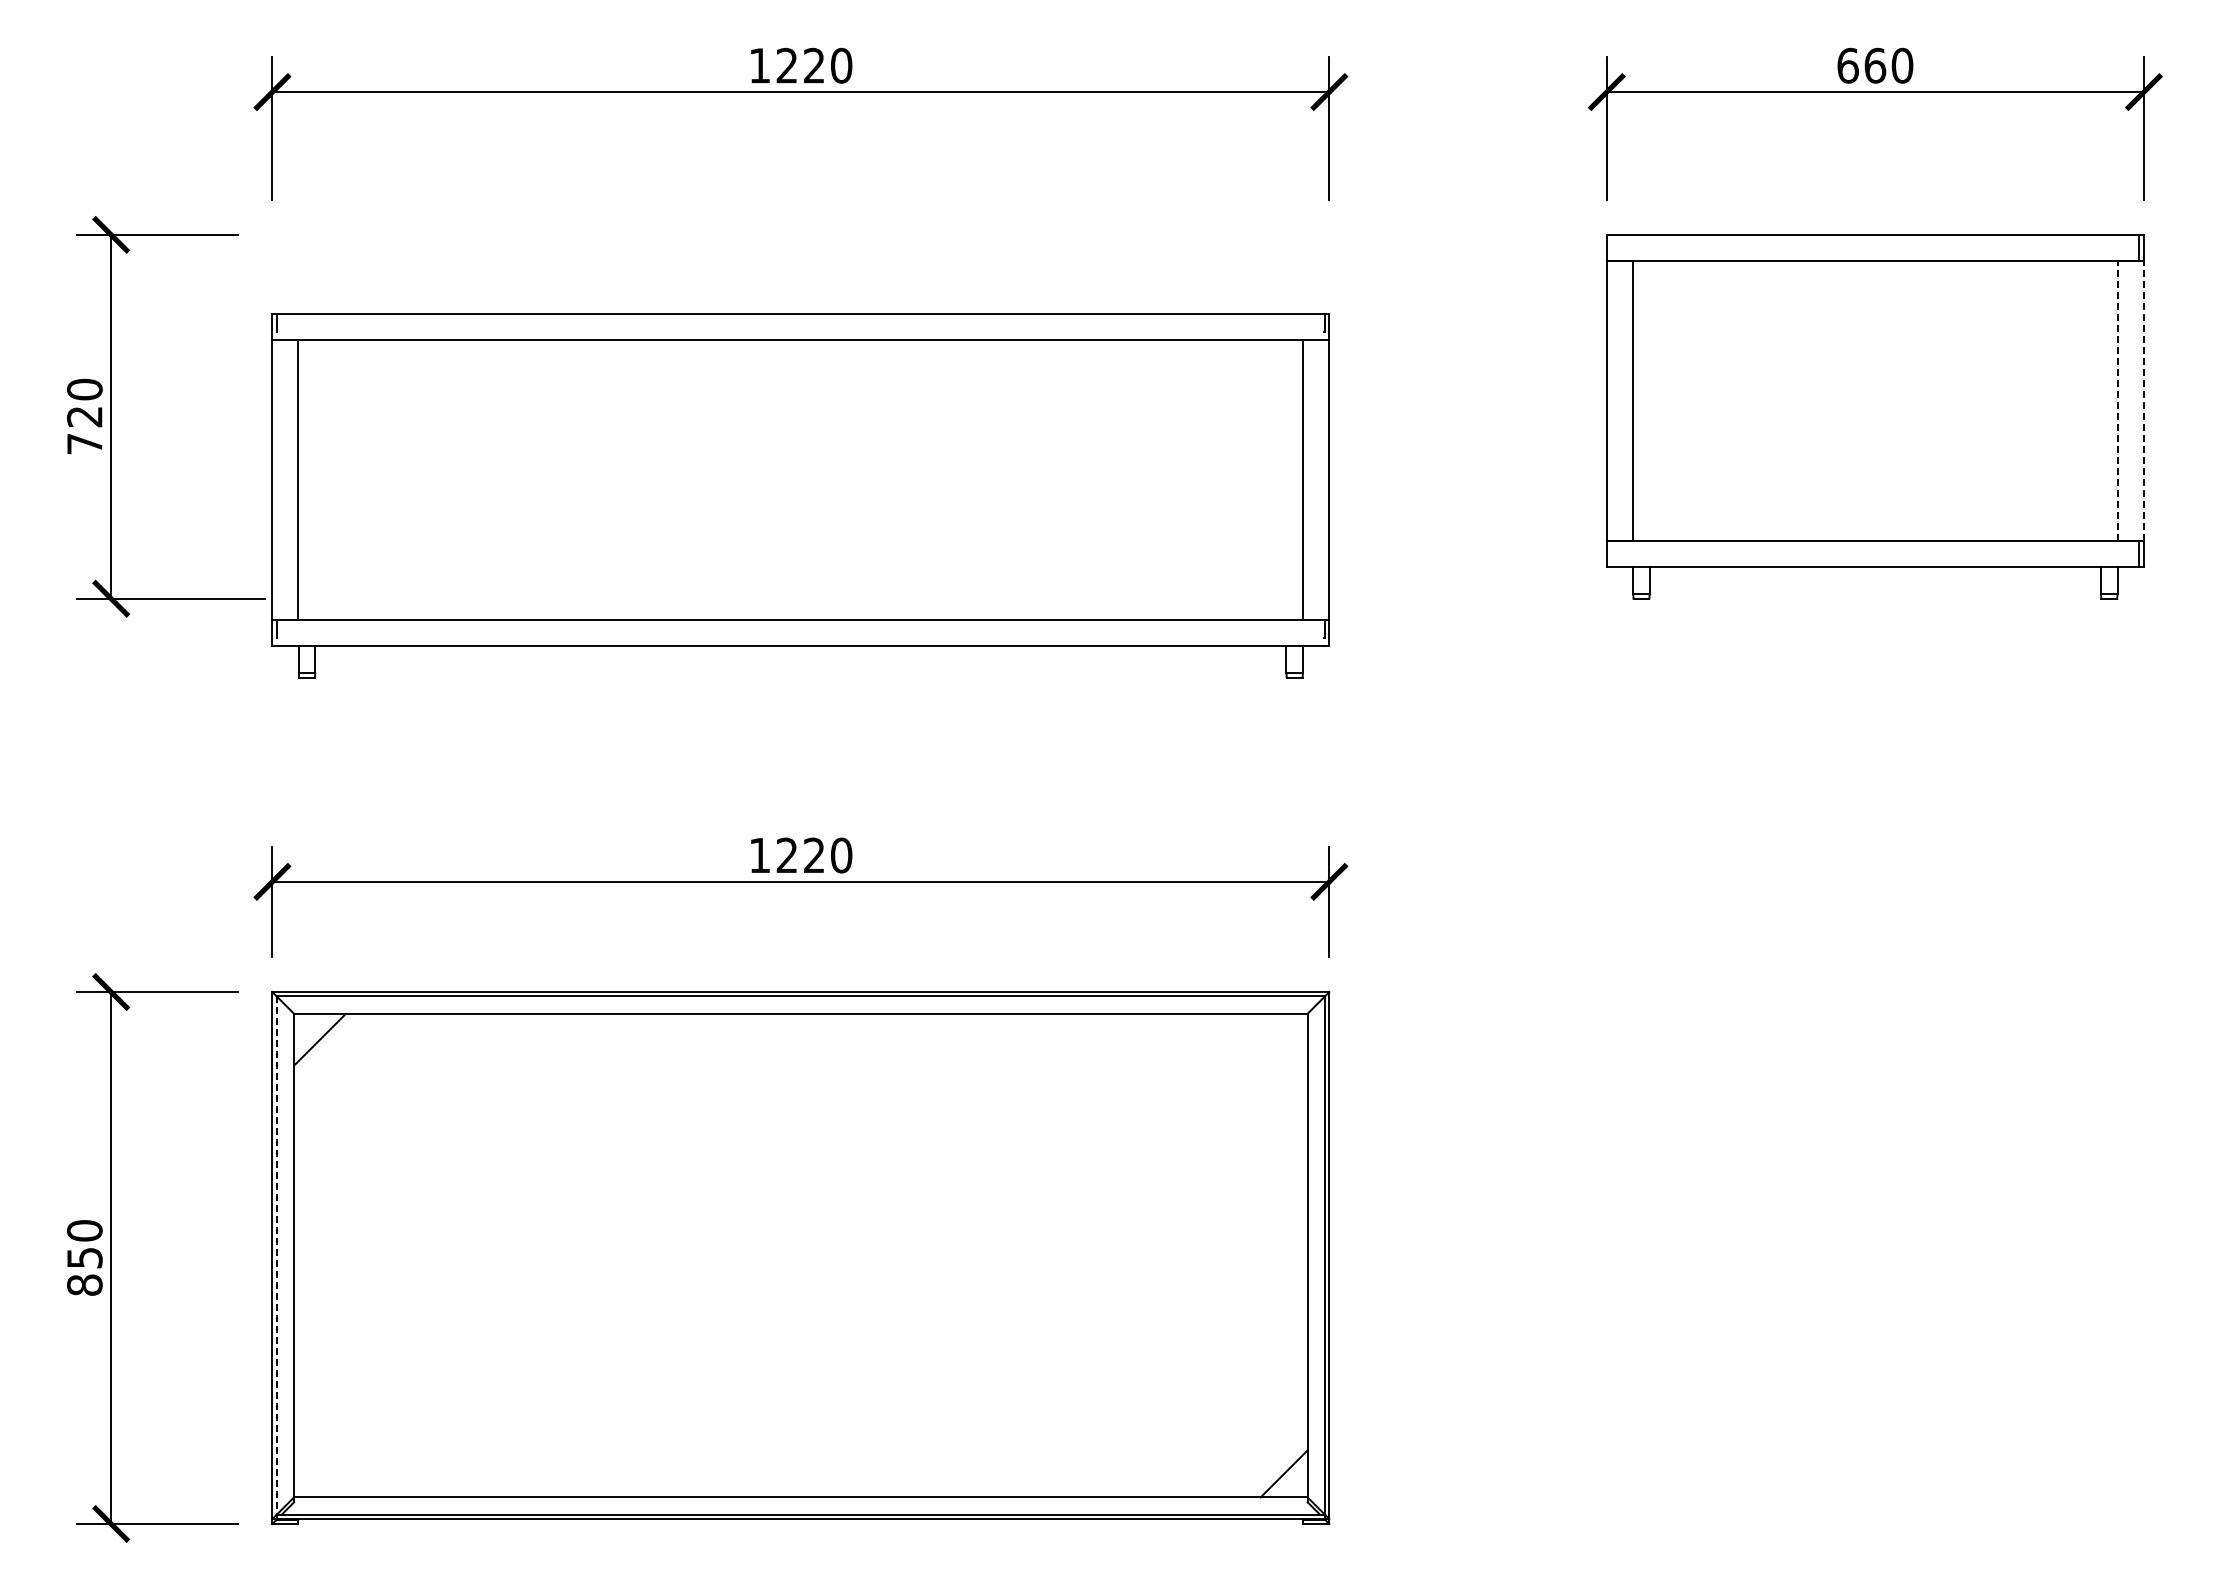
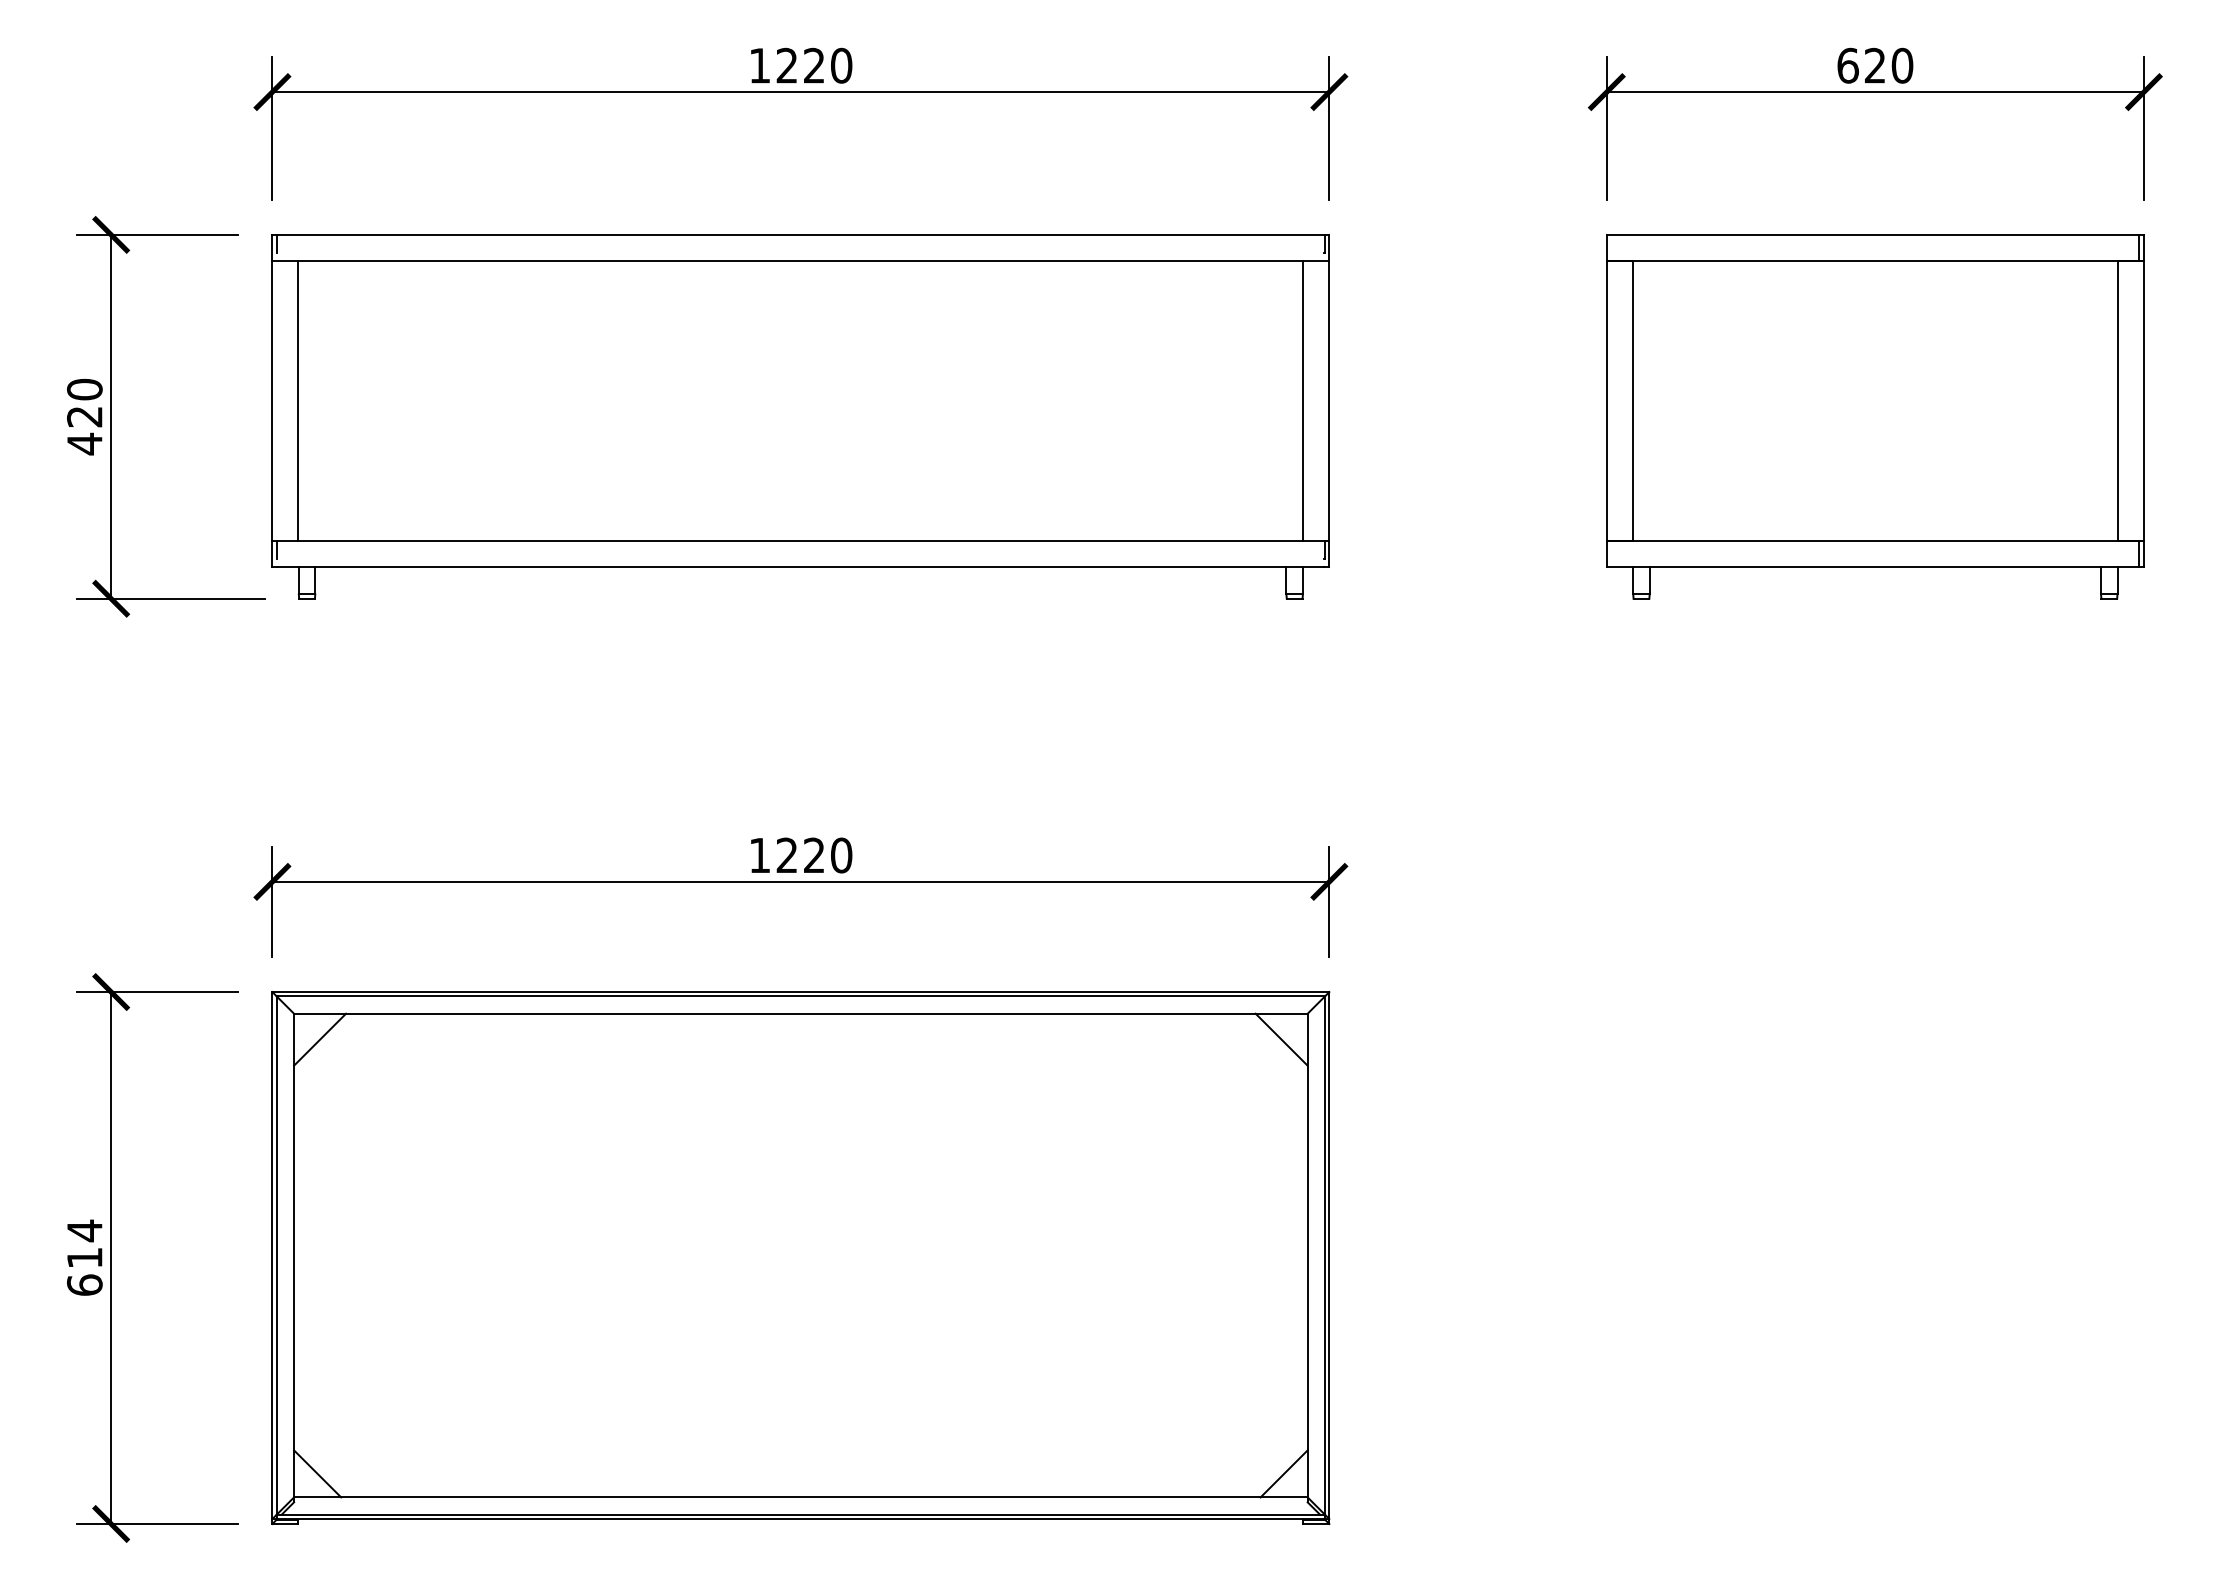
text at (1875, 65): 660 -> 620
line at (2117, 400): dashed -> solid
line at (2143, 400): dashed -> solid
text at (84, 443): 720 -> 420
part at (800, 495) position: (800, 495) -> (800, 416)
line at (1281, 1039): none -> present
text at (84, 1257): 850 -> 614
line at (276, 1258): dashed -> solid
line at (317, 1473): none -> present
